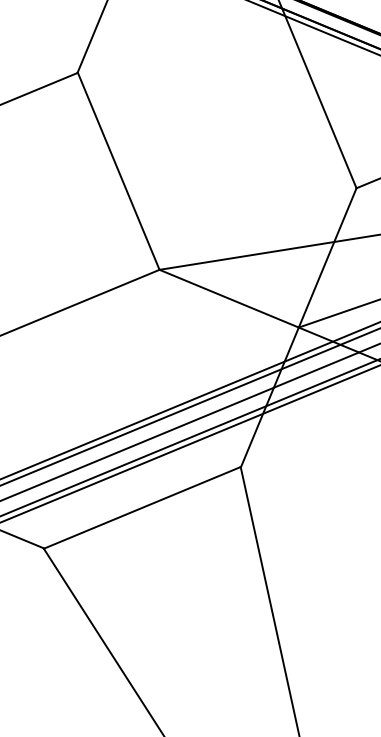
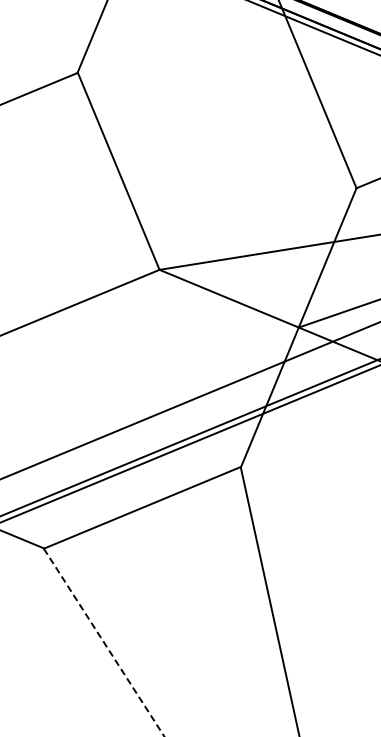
line at (189, 406): present -> none
line at (189, 422): present -> none
line at (104, 642): solid -> dashed
